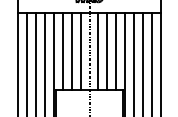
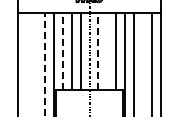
line at (62, 51): solid -> dashed
line at (98, 51): solid -> dashed
line at (107, 51): present -> none
line at (27, 63): present -> none
line at (36, 63): present -> none
line at (142, 63): present -> none
line at (44, 64): solid -> dashed
